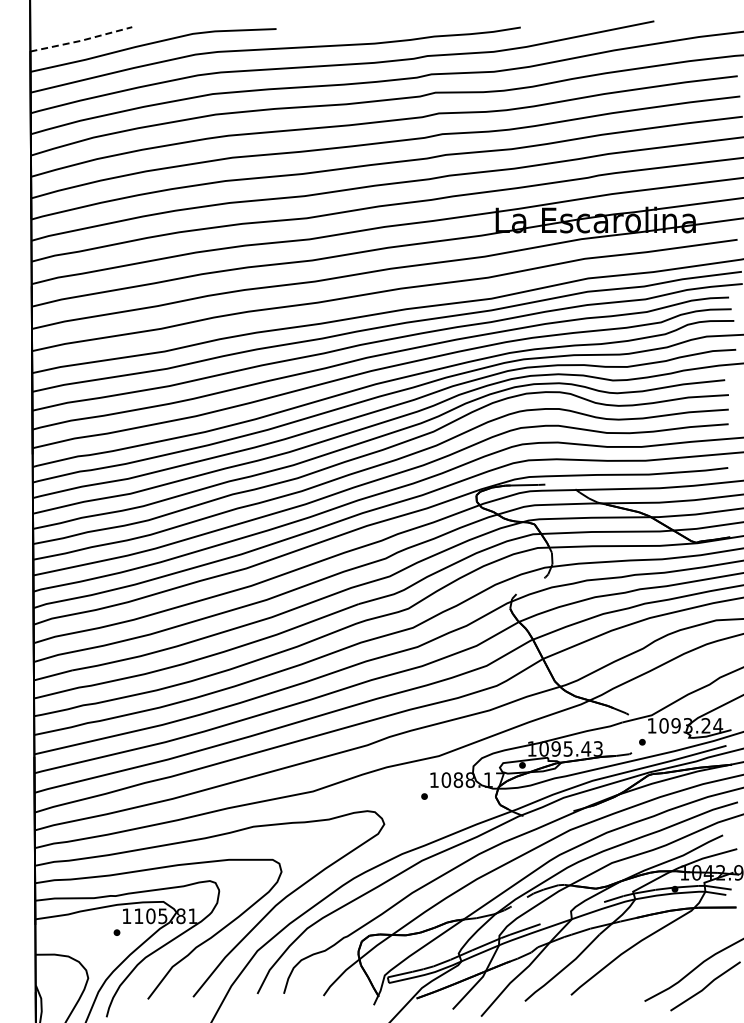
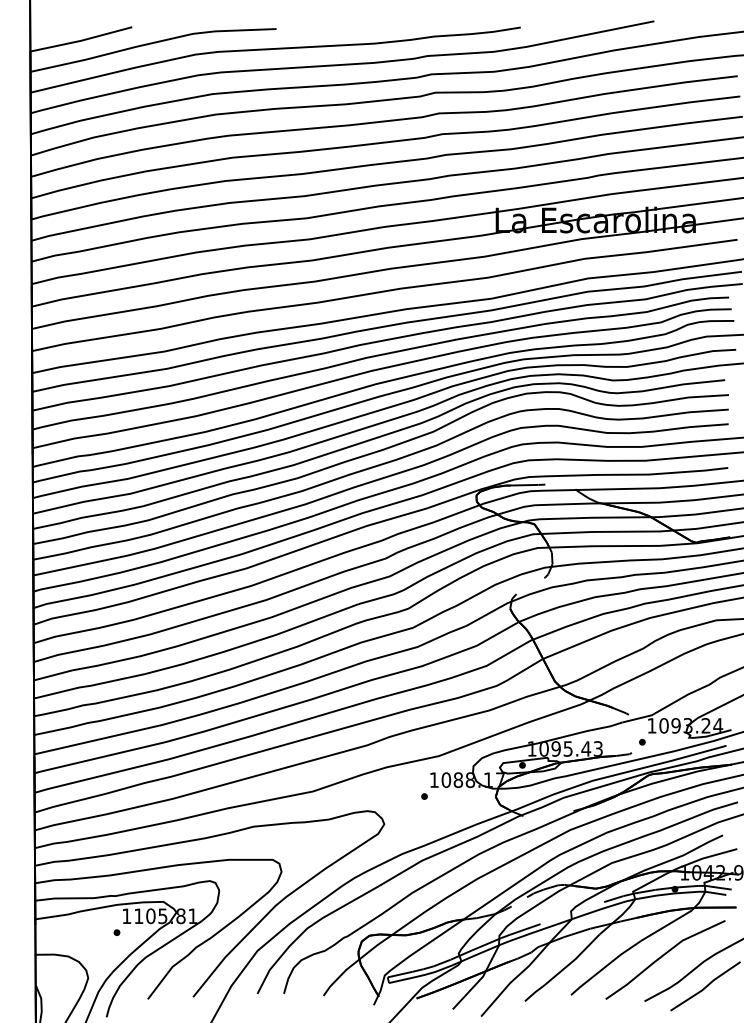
line at (81, 40): dashed -> solid
line at (663, 956): none -> present
